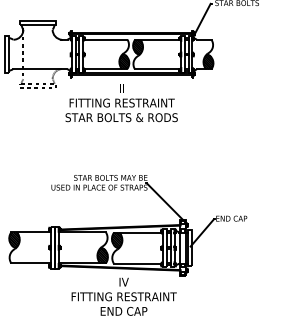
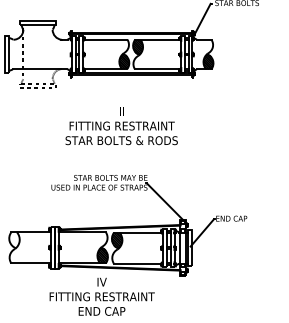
text at (121, 103) position: (121, 103) -> (121, 126)
hatch at (14, 239): present -> none
text at (123, 296) position: (123, 296) -> (101, 296)
